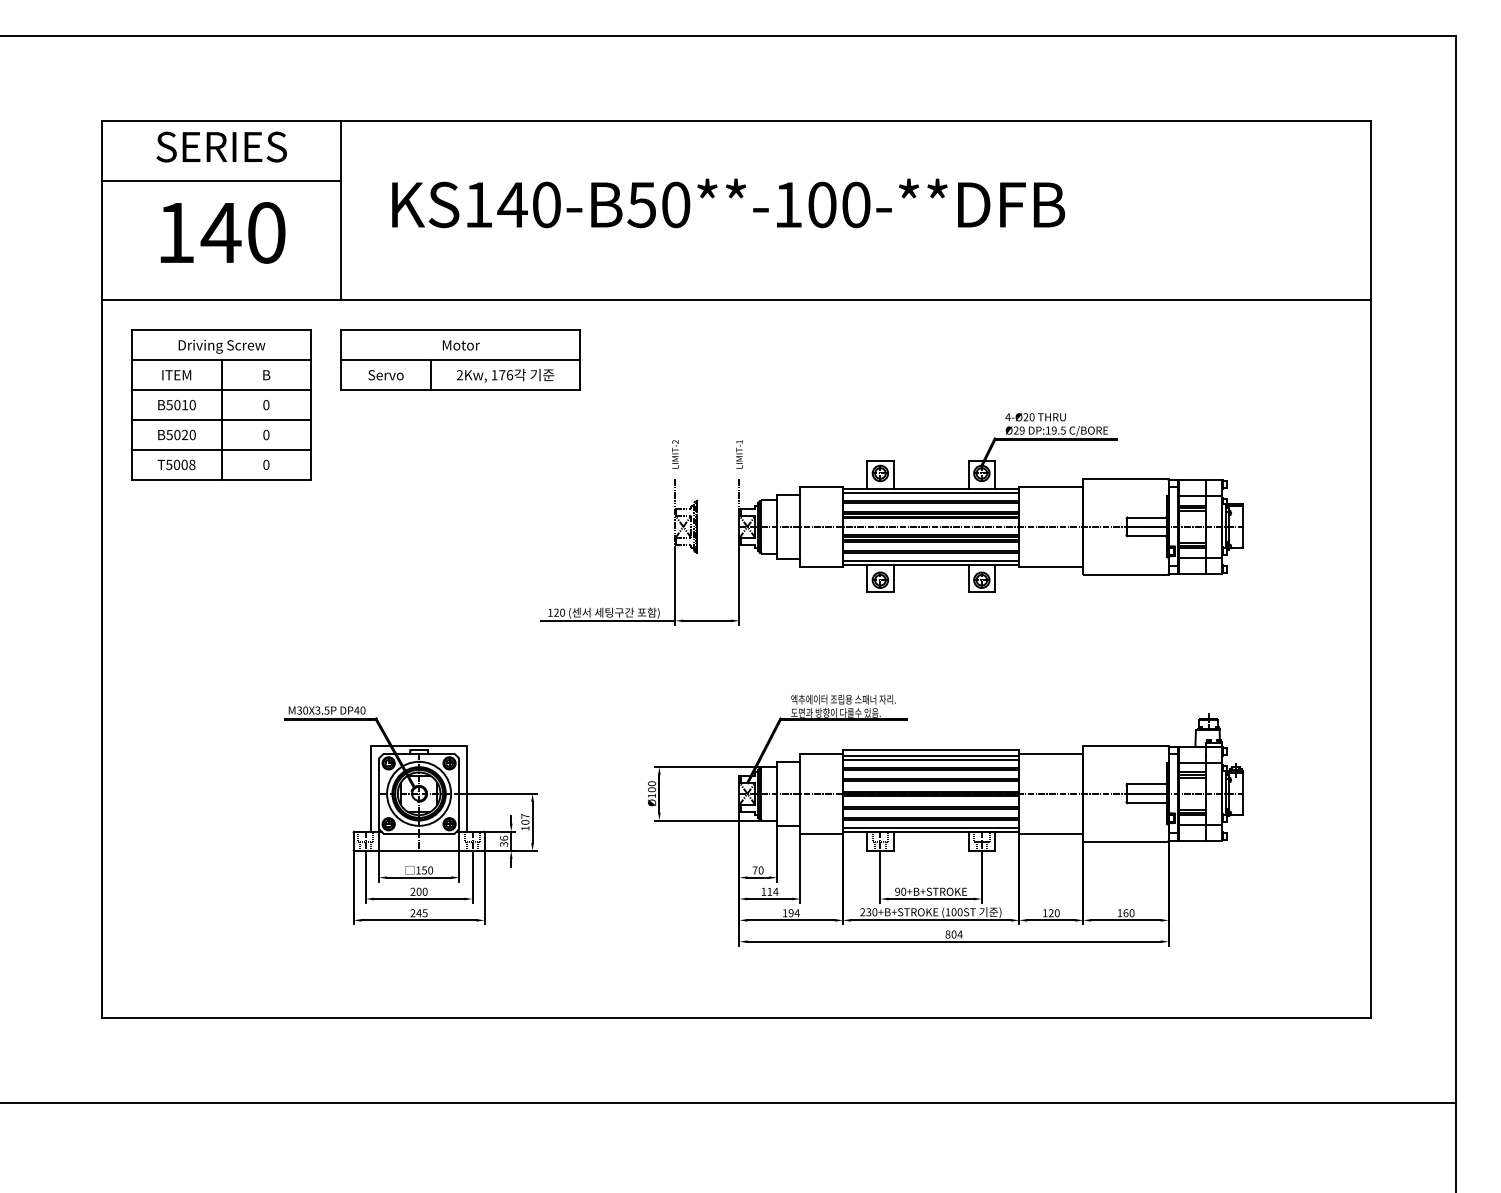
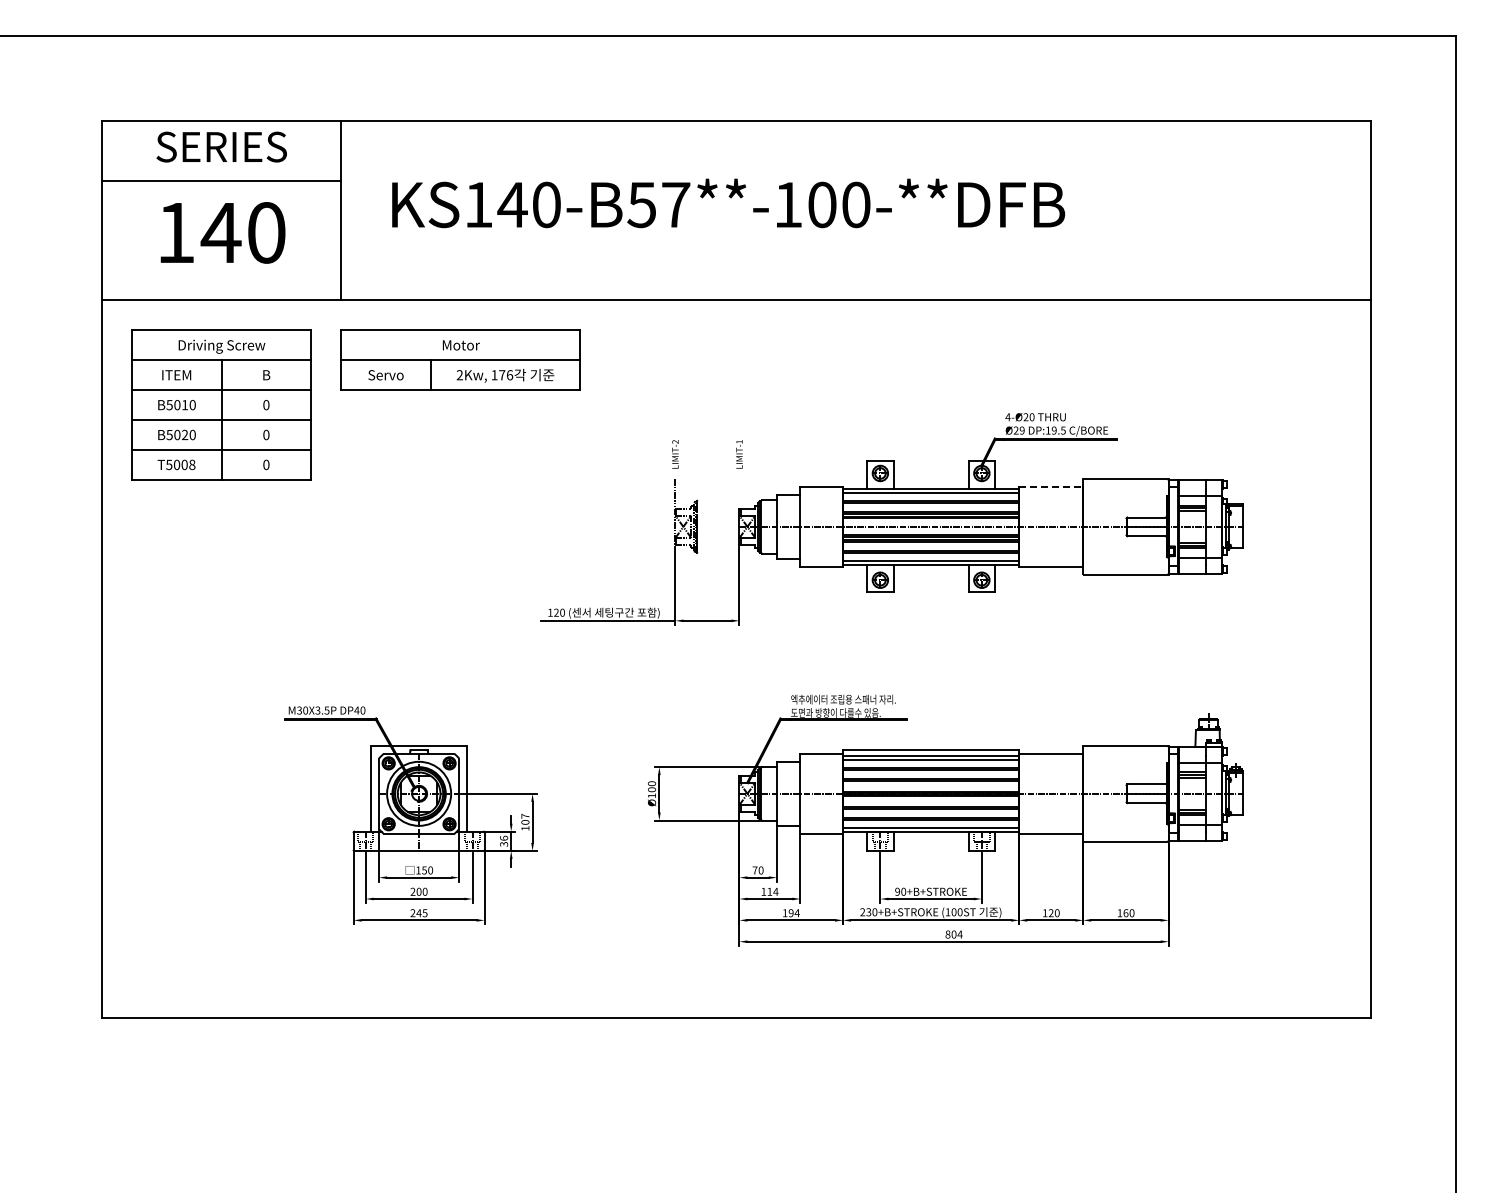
text at (676, 204): KS140-B50**-100-**DFB -> KS140-B57**-100-**DFB
line at (1051, 486): solid -> dashed
line at (739, 492): present -> none
line at (728, 1103): present -> none
